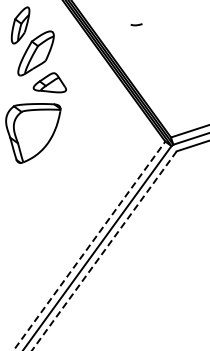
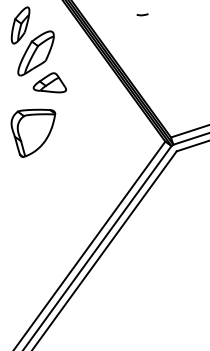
curve at (136, 24) position: (136, 24) -> (142, 14)
part at (33, 133) size: 57x61 px -> 47x50 px
line at (89, 245): dashed -> solid
line at (103, 251): dashed -> solid
